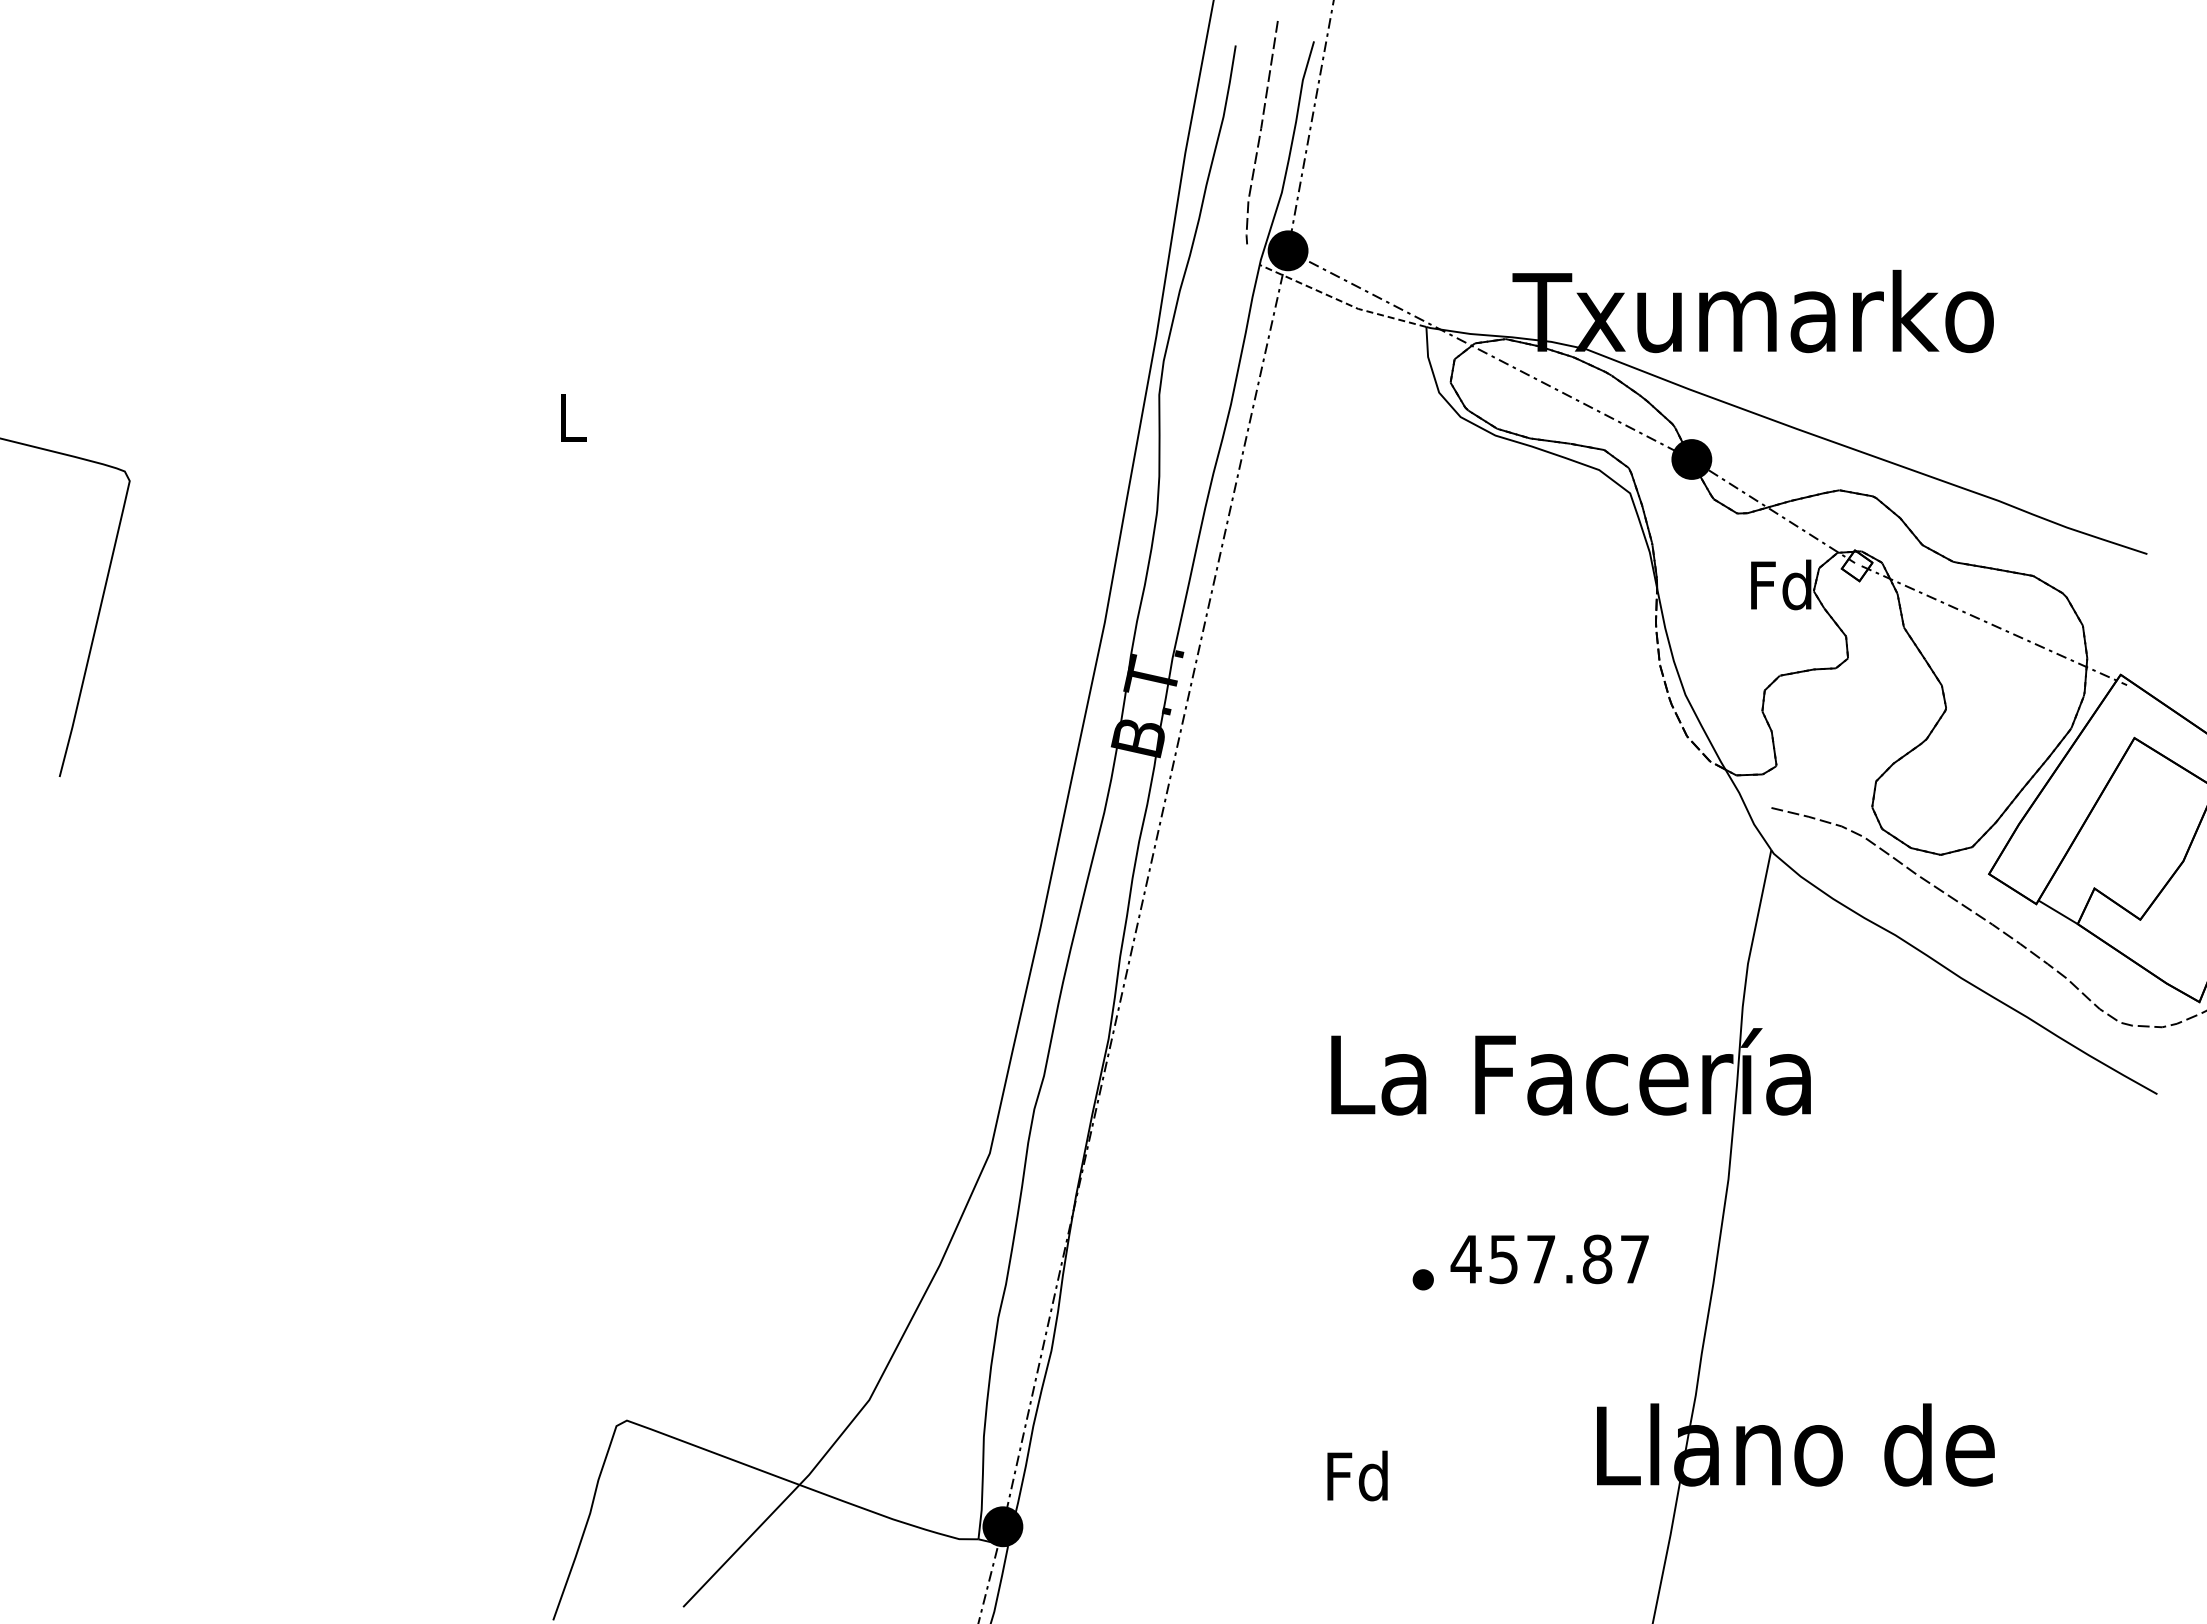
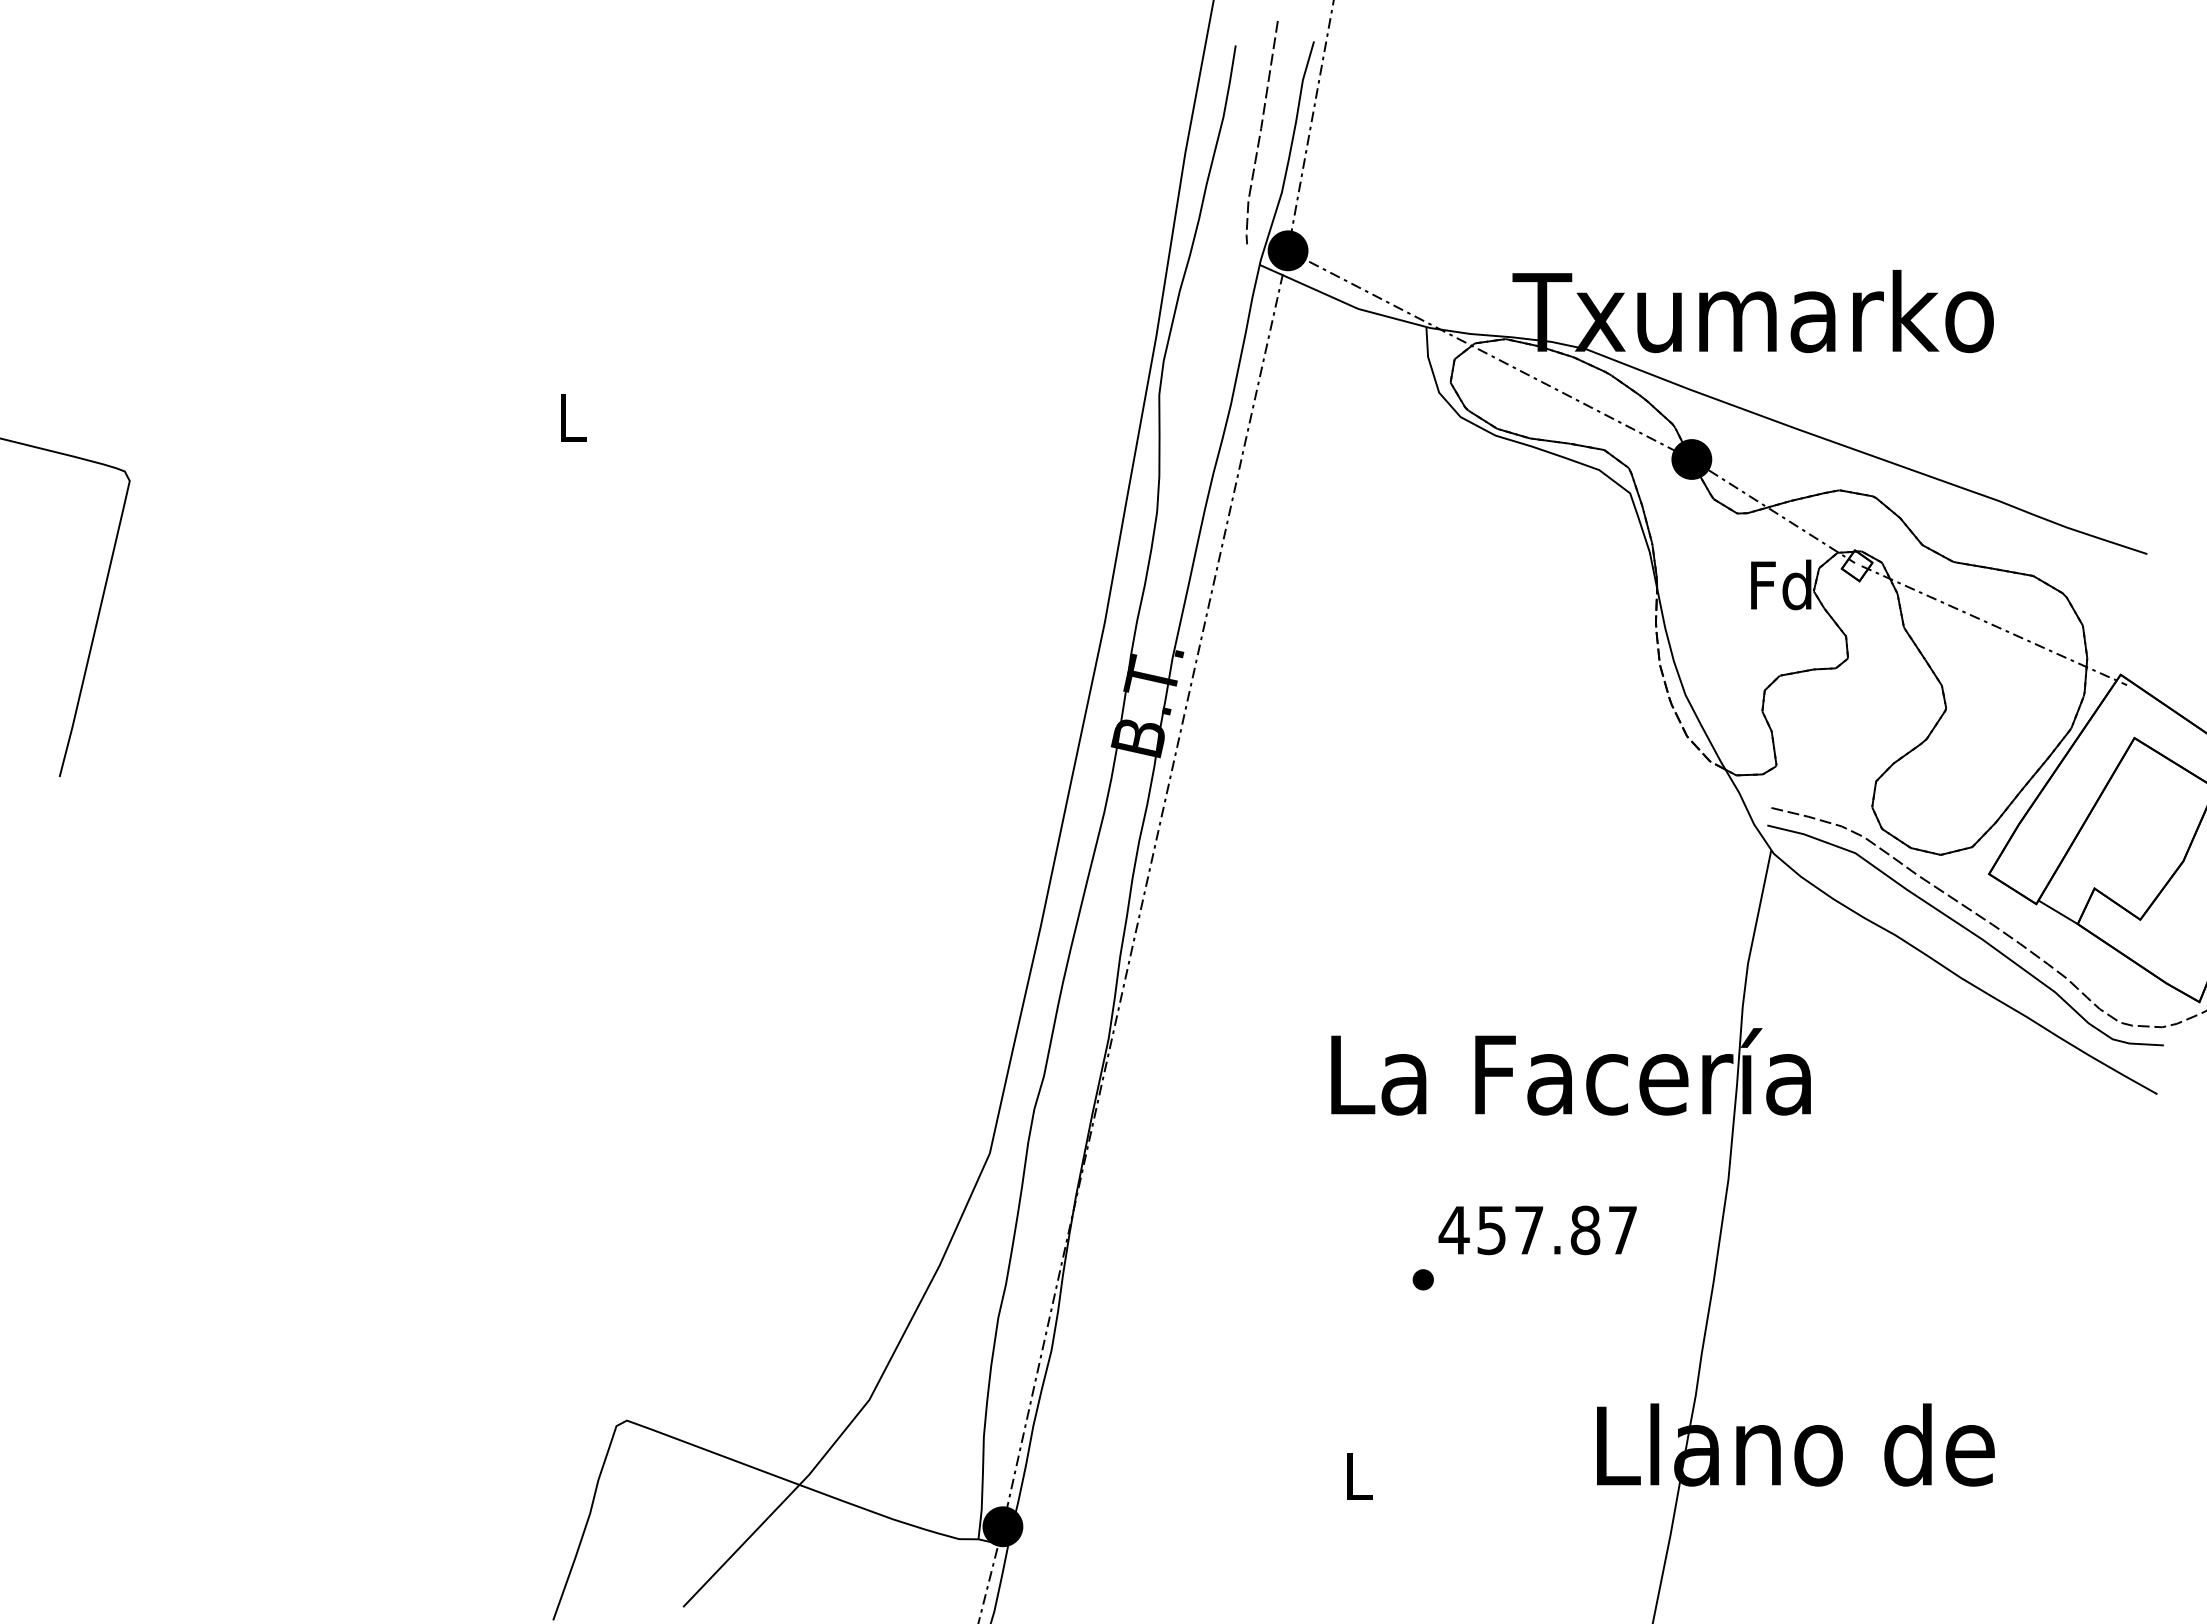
line at (1341, 301): dashed -> solid
curve at (1968, 931): none -> present
text at (1549, 1259) position: (1549, 1259) -> (1537, 1230)
text at (1357, 1475): Fd -> L
